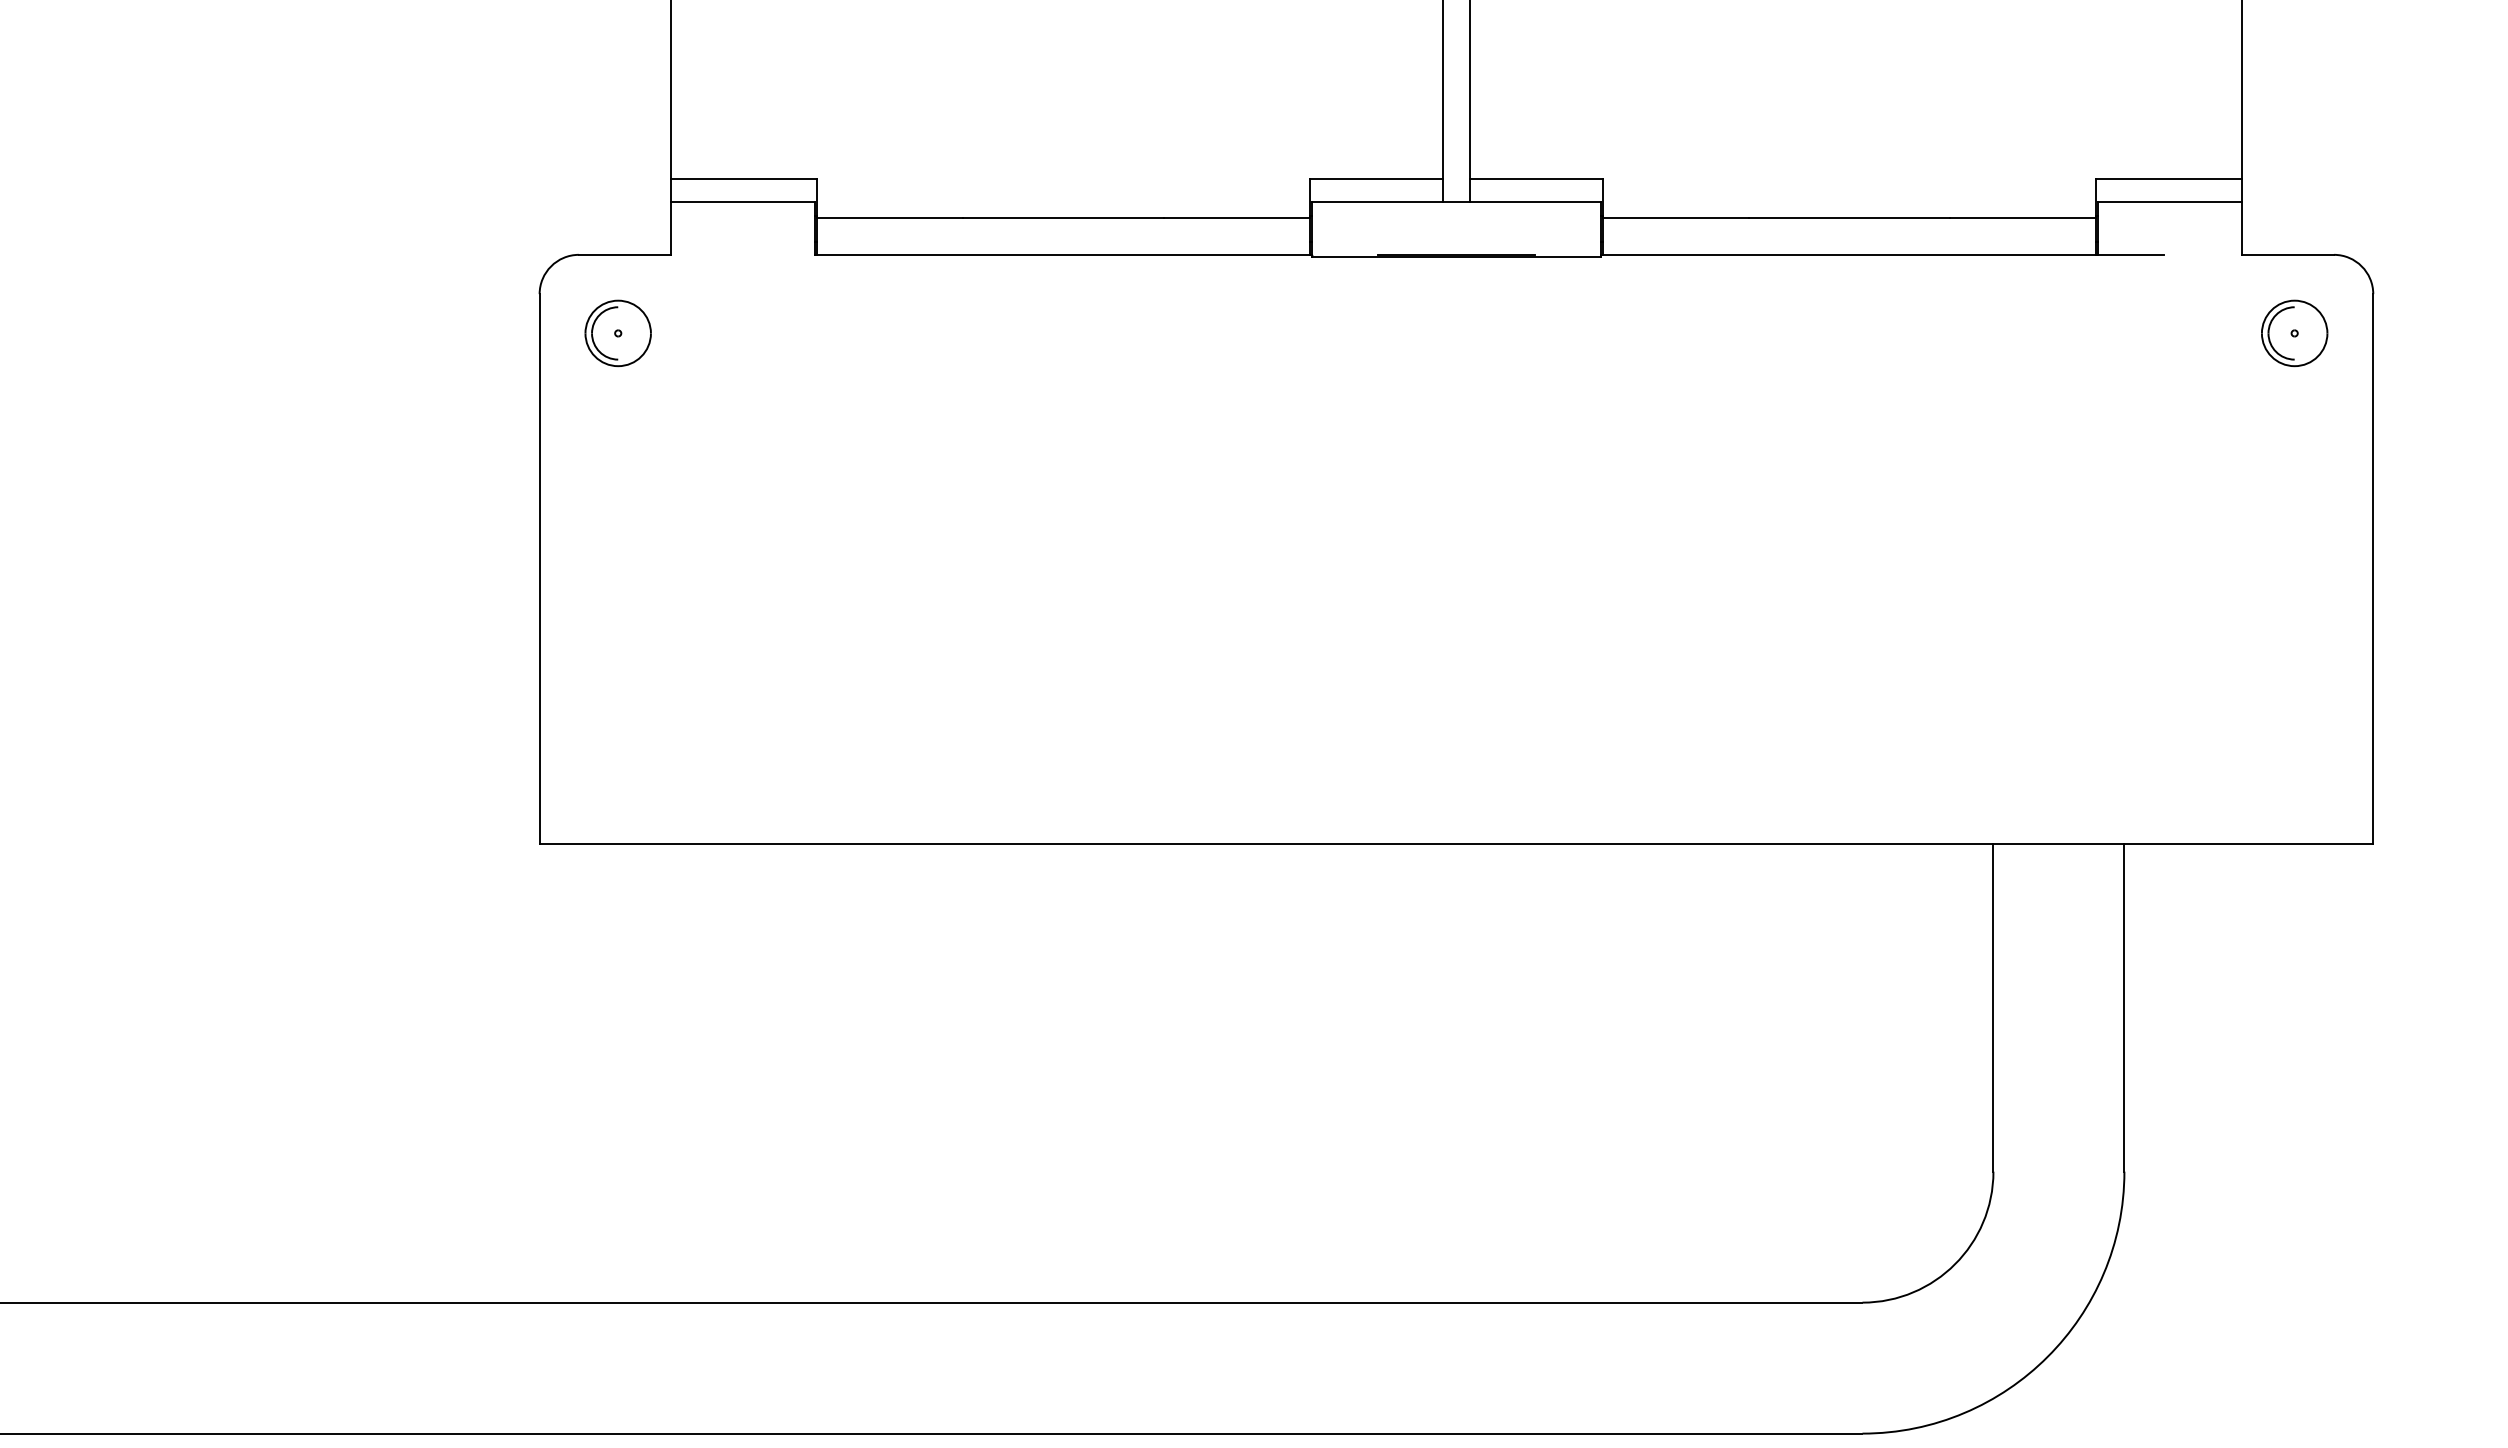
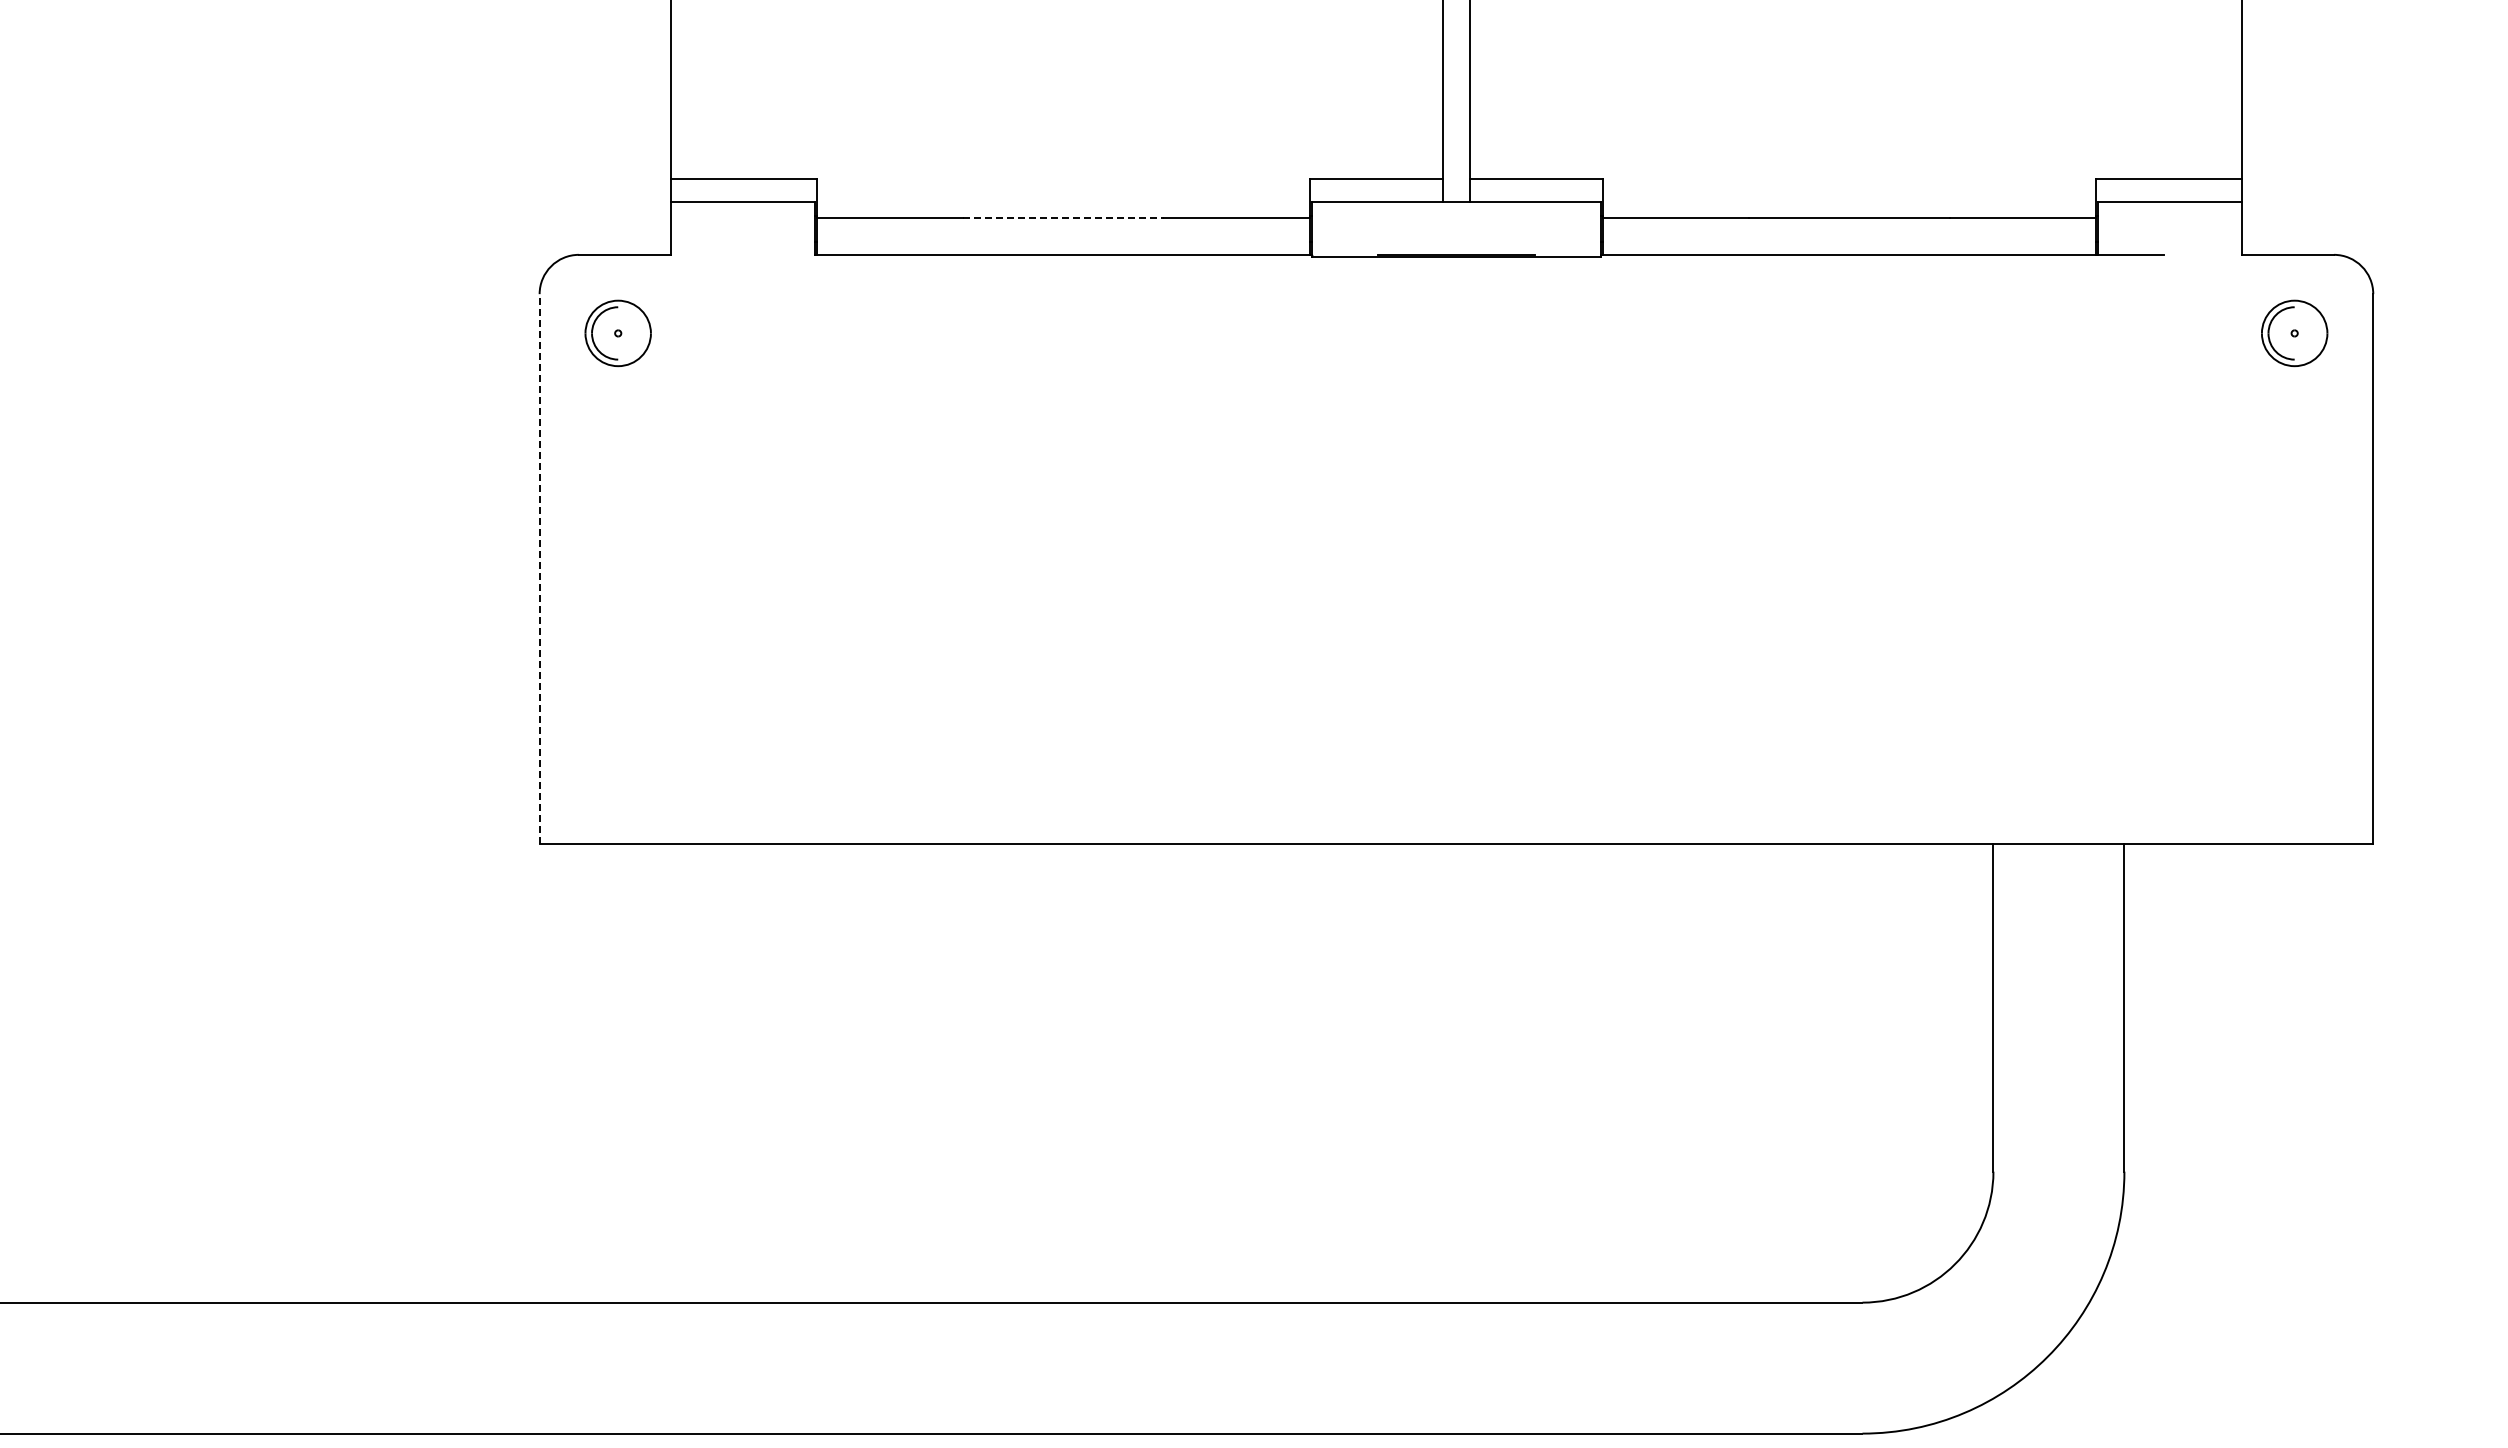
line at (1063, 217): solid -> dashed
line at (539, 568): solid -> dashed
